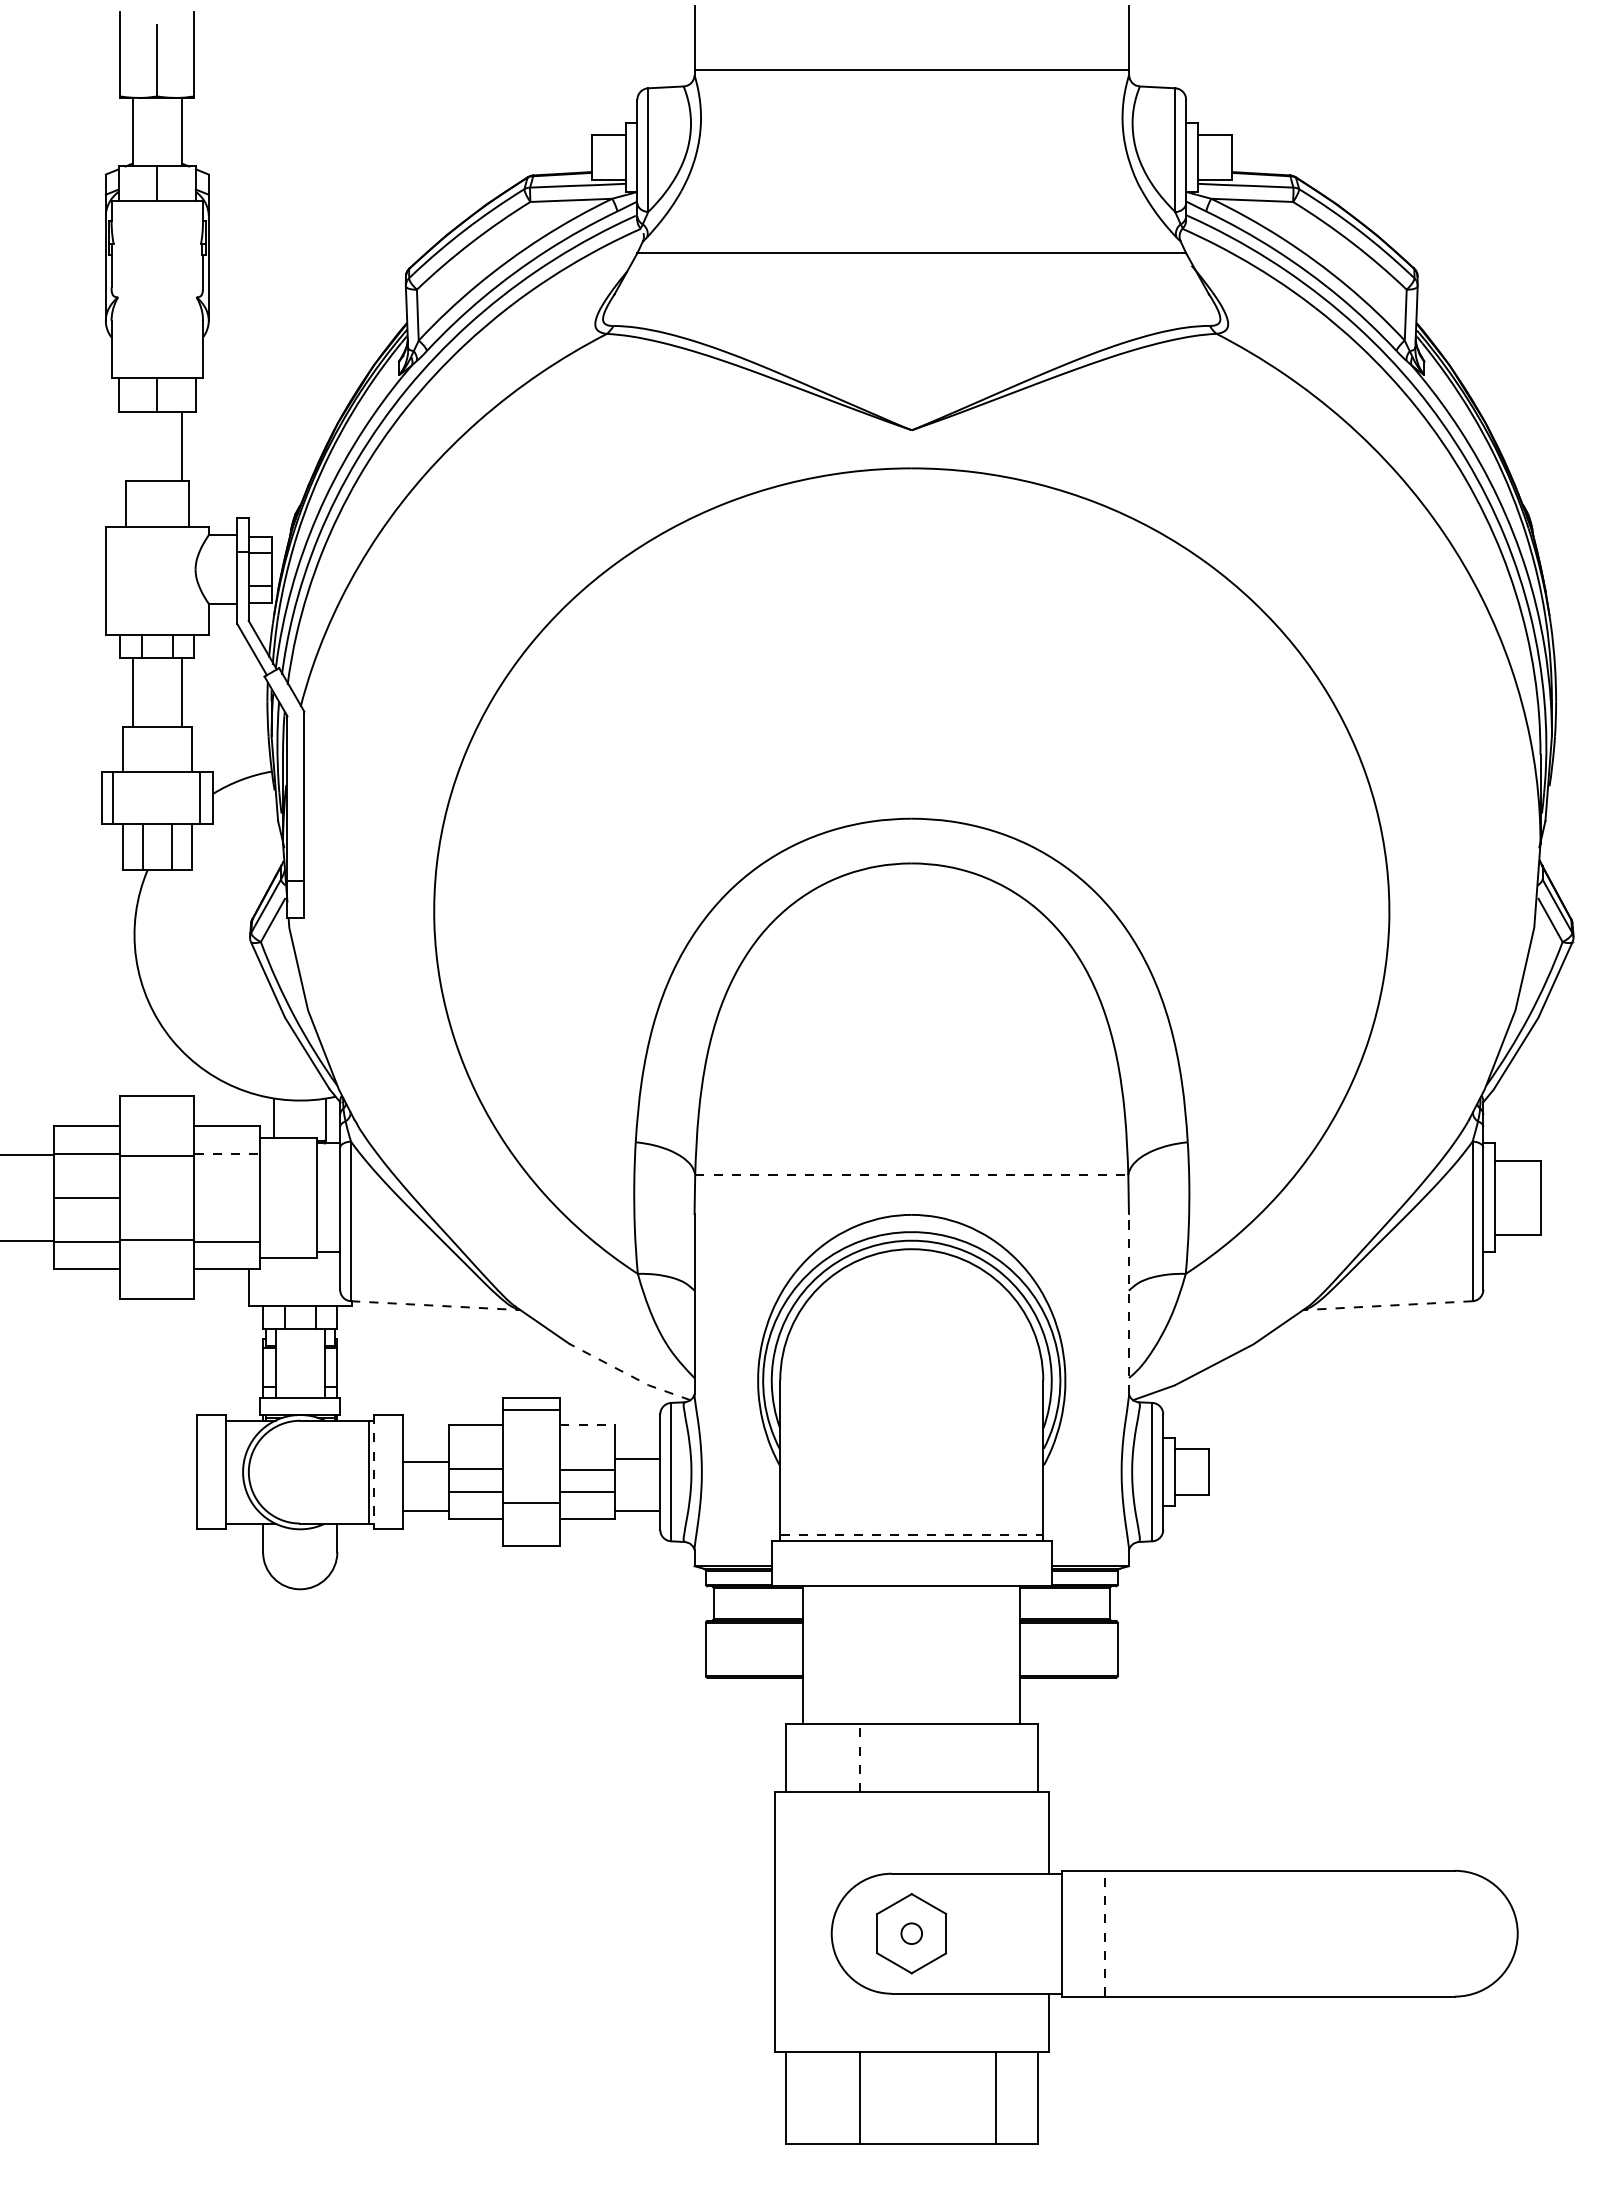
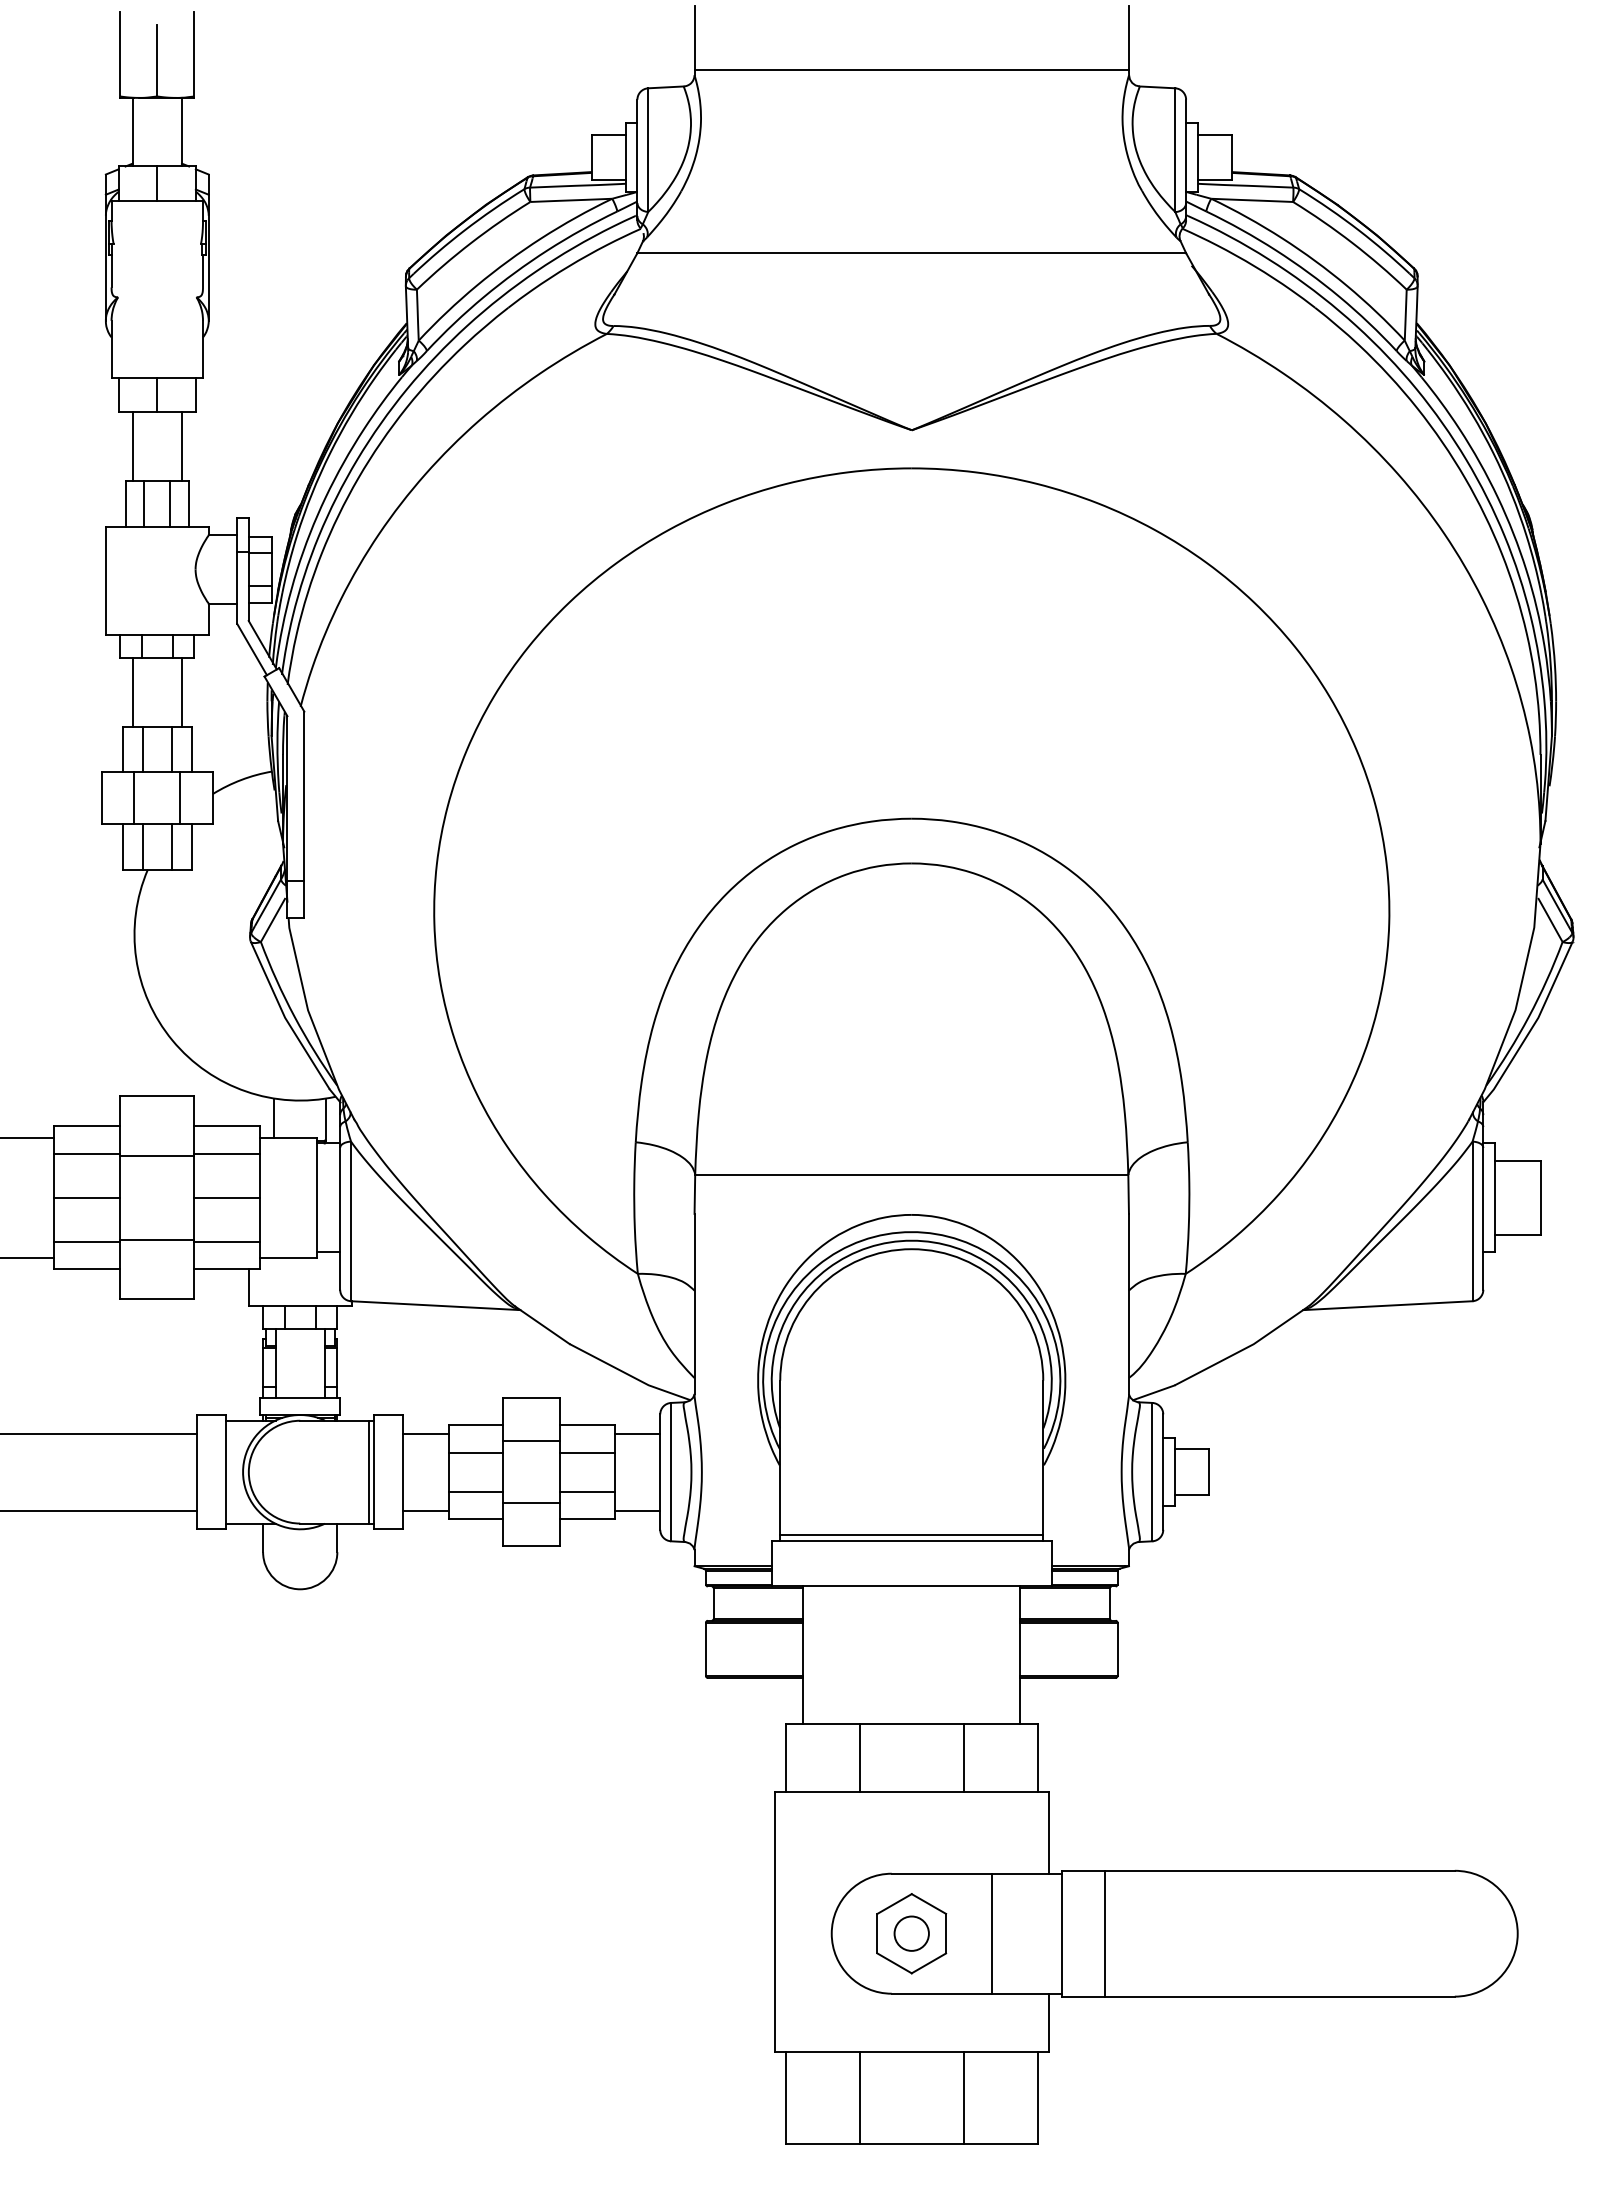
line at (132, 446): none -> present
line at (144, 503): none -> present
line at (170, 503): none -> present
line at (143, 749): none -> present
line at (171, 749): none -> present
line at (113, 797) position: (113, 797) -> (134, 797)
line at (200, 797) position: (200, 797) -> (180, 797)
line at (227, 1153): dashed -> solid
line at (28, 1154) position: (28, 1154) -> (28, 1137)
line at (911, 1174): dashed -> solid
line at (227, 1197): none -> present
line at (28, 1240) position: (28, 1240) -> (28, 1257)
line at (1128, 1303): dashed -> solid
line at (435, 1305): dashed -> solid
line at (1387, 1305): dashed -> solid
line at (629, 1375): dashed -> solid
line at (531, 1410) position: (531, 1410) -> (531, 1441)
line at (587, 1424): dashed -> solid
line at (99, 1433): none -> present
line at (637, 1458) position: (637, 1458) -> (637, 1433)
line at (425, 1461) position: (425, 1461) -> (425, 1433)
line at (475, 1468) position: (475, 1468) -> (475, 1452)
line at (587, 1469) position: (587, 1469) -> (587, 1452)
line at (374, 1472): dashed -> solid
line at (99, 1510): none -> present
line at (912, 1534): dashed -> solid
line at (859, 1757): dashed -> solid
line at (963, 1757): none -> present
circle at (911, 1933) diameter: 21 px -> 34 px
line at (991, 1933): none -> present
line at (1105, 1933): dashed -> solid
line at (995, 2097) position: (995, 2097) -> (963, 2097)
